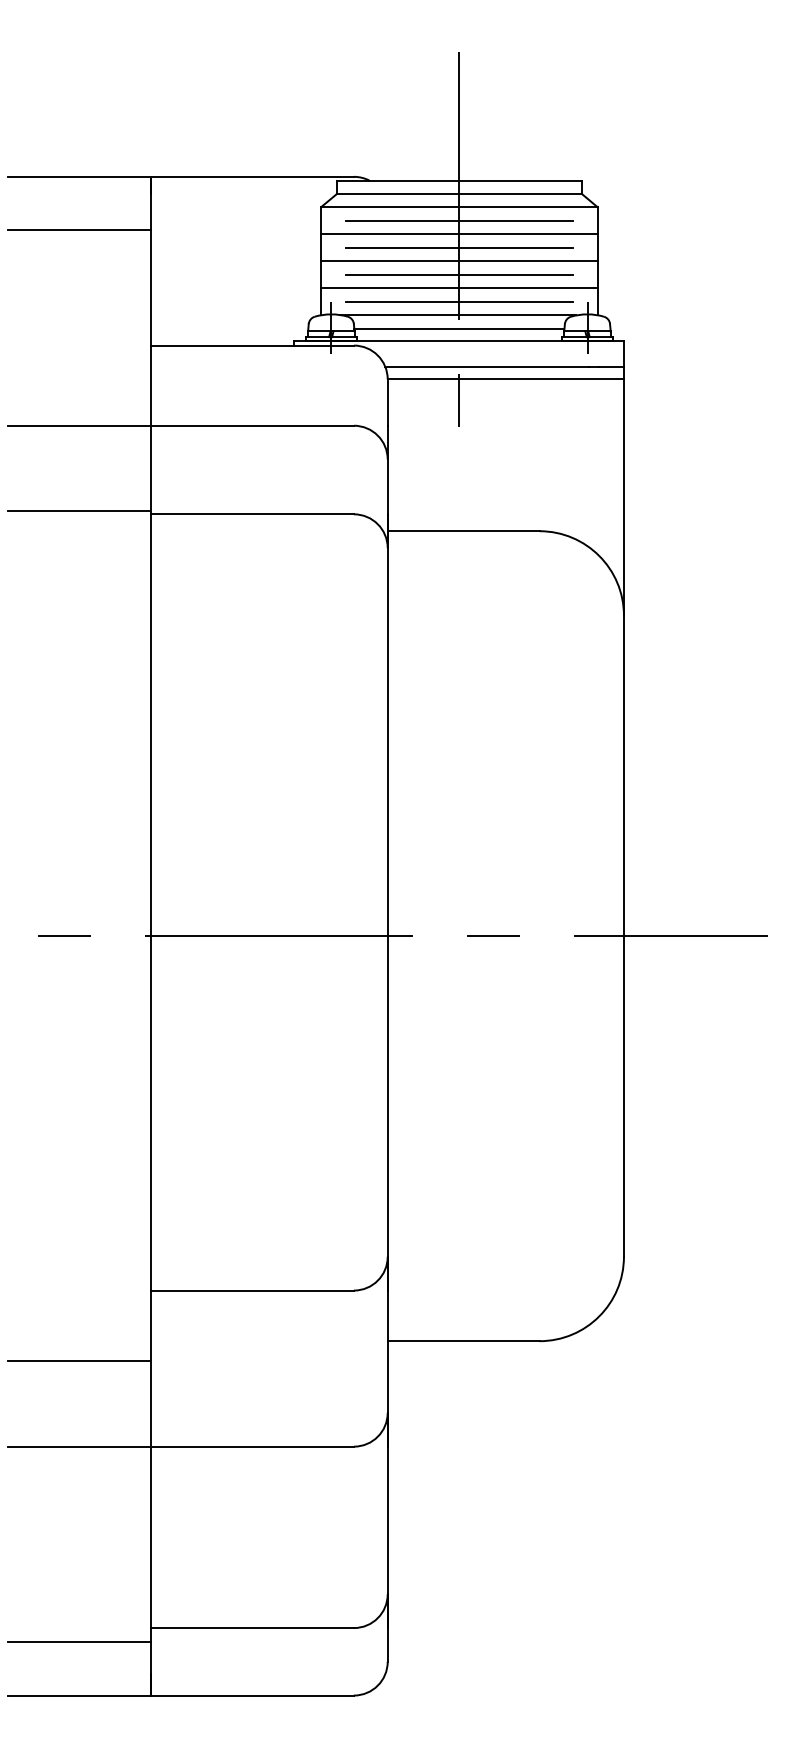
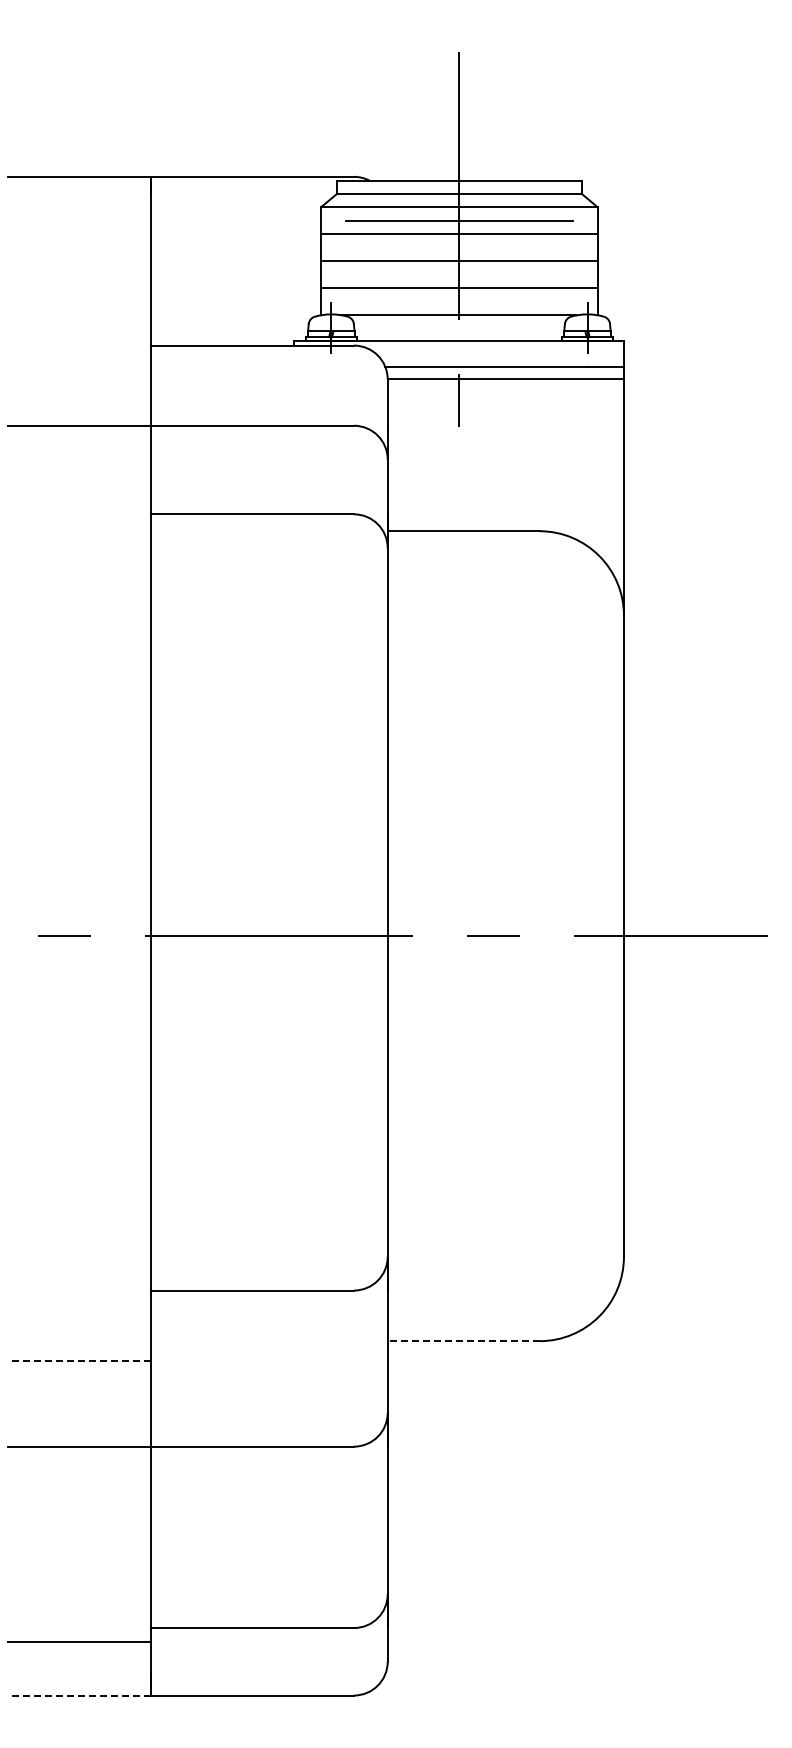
line at (79, 230): present -> none
line at (459, 247): present -> none
line at (459, 274): present -> none
line at (459, 301): present -> none
line at (458, 328): present -> none
line at (79, 511): present -> none
line at (463, 1341): solid -> dashed
line at (79, 1360): solid -> dashed
line at (79, 1695): solid -> dashed
